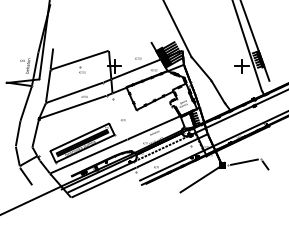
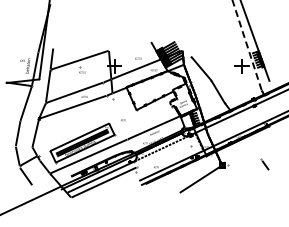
line at (177, 29): present -> none
line at (247, 45): solid -> dashed
line at (171, 150): present -> none
line at (244, 161): present -> none
